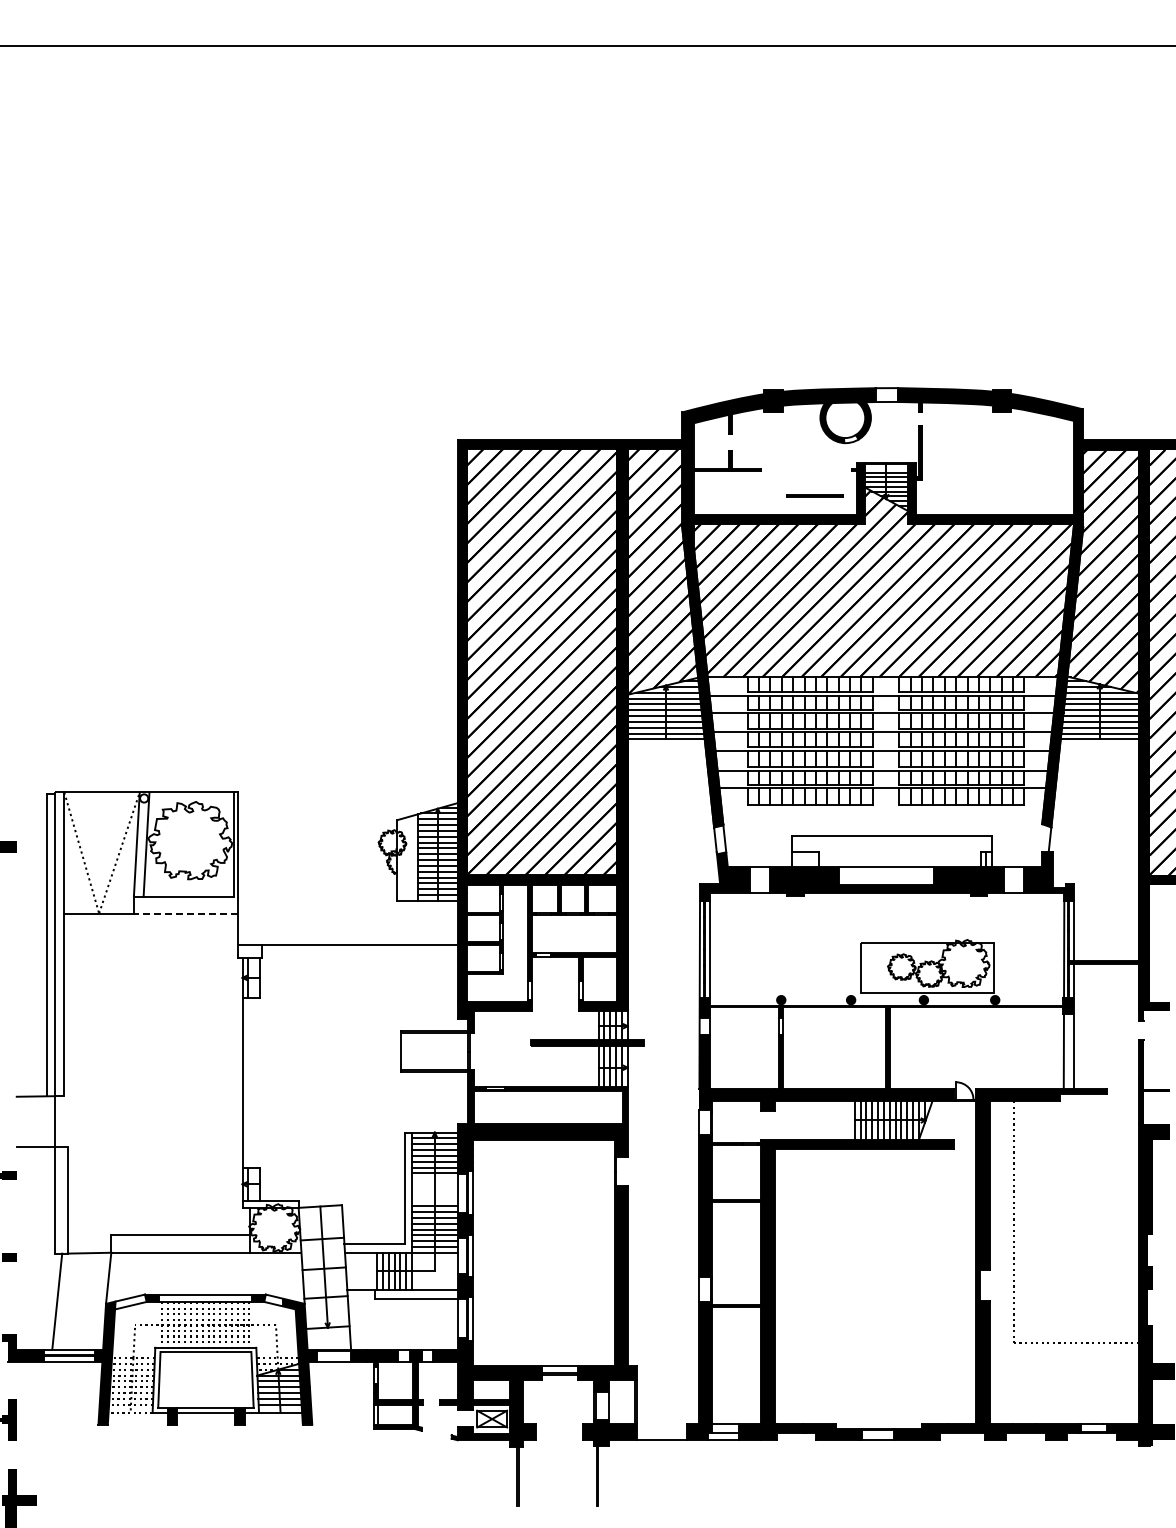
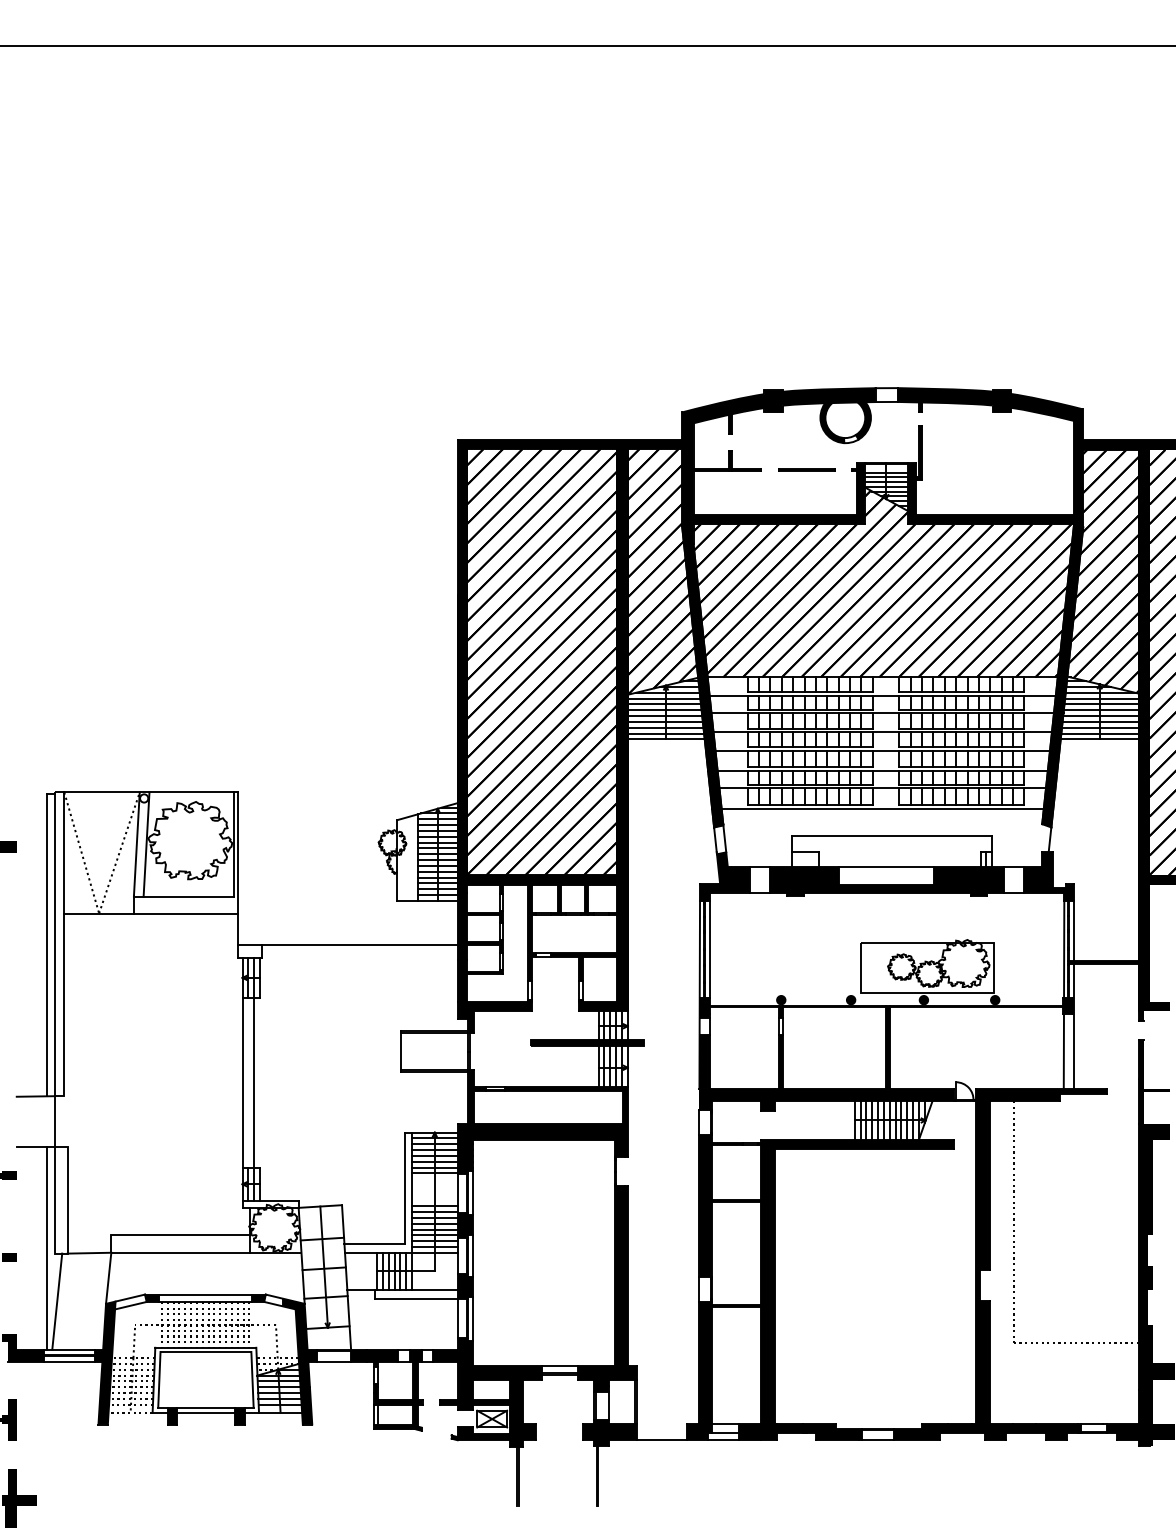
line at (814, 495) position: (814, 495) -> (806, 469)
line at (882, 808): none -> present
line at (185, 913): dashed -> solid
line at (254, 1079): none -> present
line at (47, 1248): none -> present
